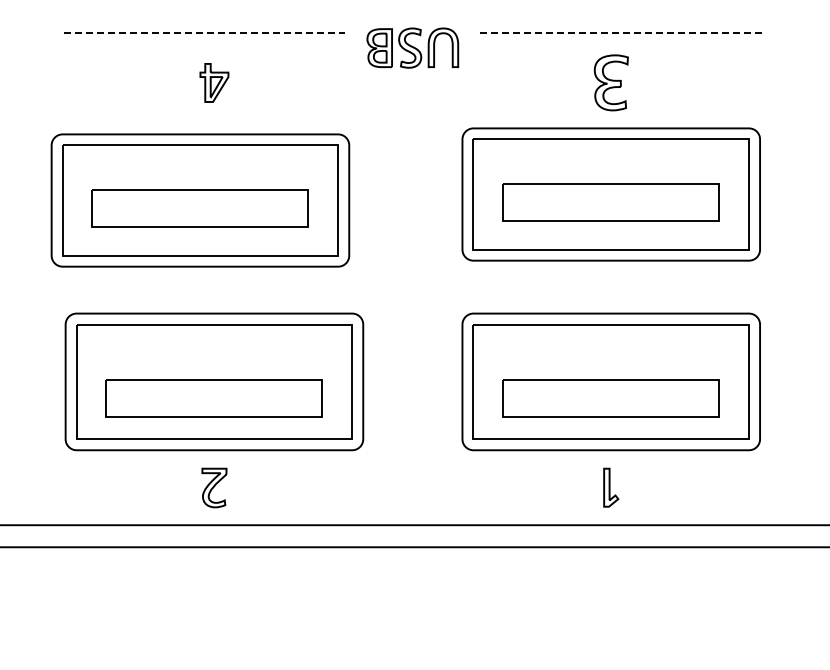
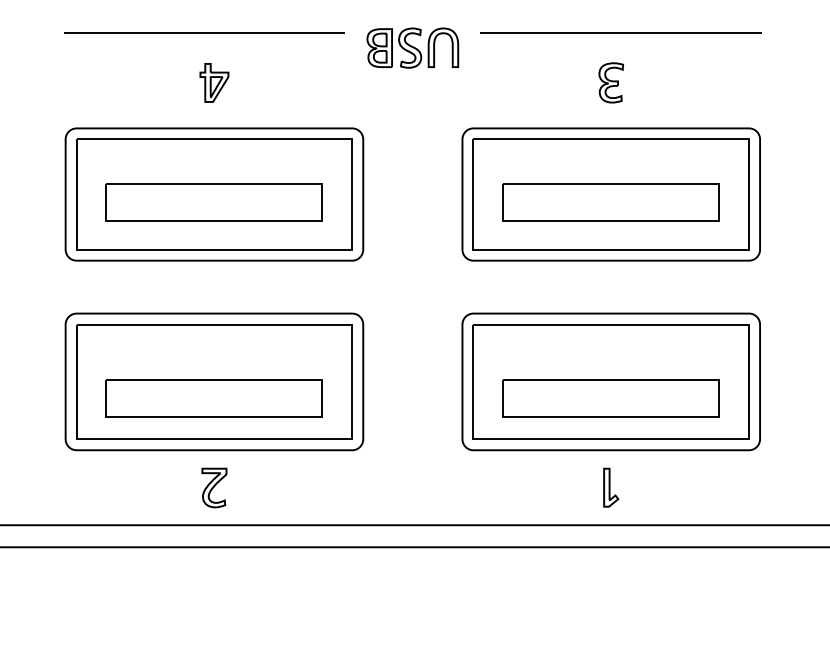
line at (204, 33): dashed -> solid
line at (621, 33): dashed -> solid
part at (610, 82) size: 36x58 px -> 26x42 px
part at (200, 200) position: (200, 200) -> (214, 194)
